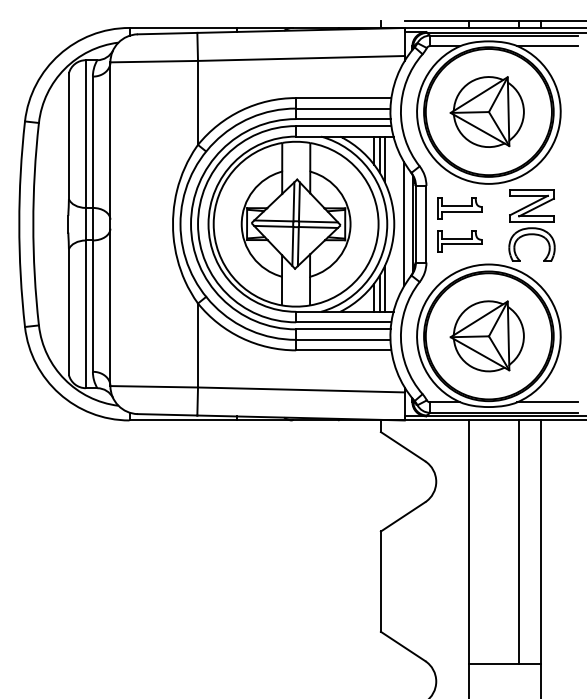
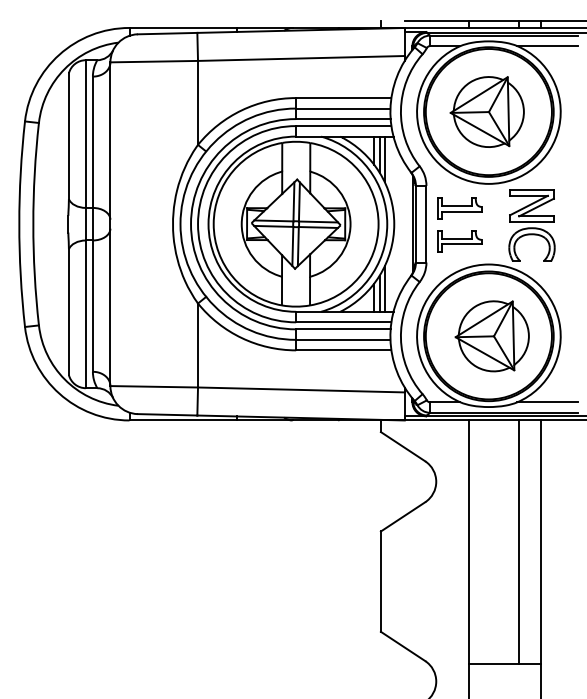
line at (404, 224): present -> none
part at (486, 336) position: (486, 336) -> (491, 336)
